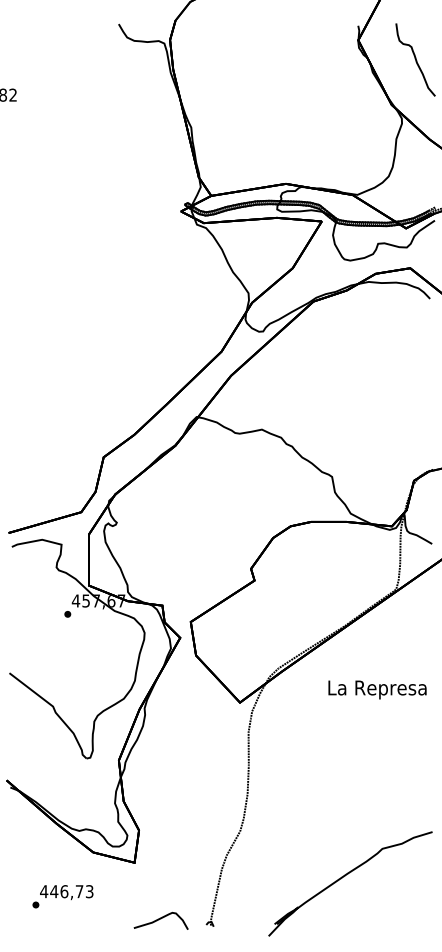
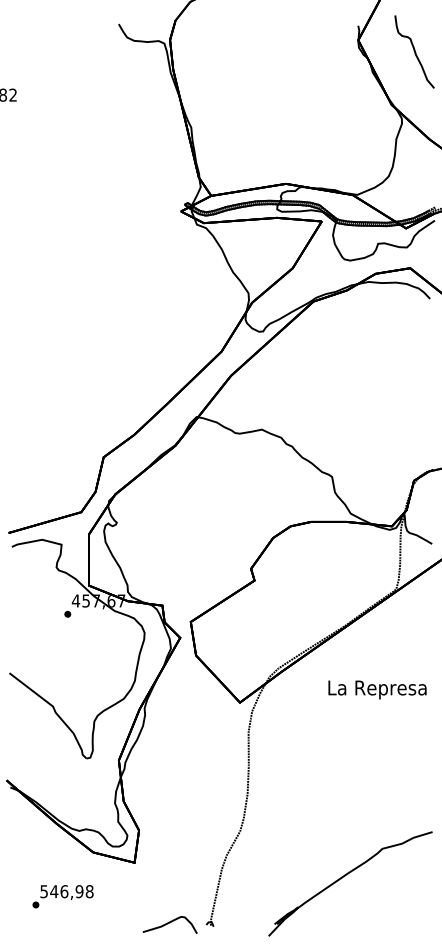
part at (415, 59) position: (415, 59) -> (414, 51)
text at (66, 891): 446,73 -> 546,98
curve at (160, 919) position: (160, 919) -> (169, 923)
